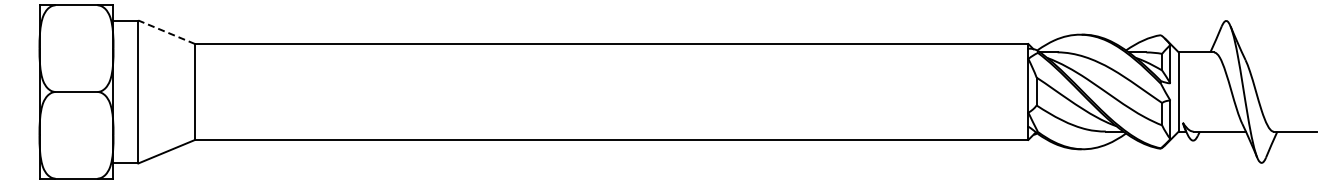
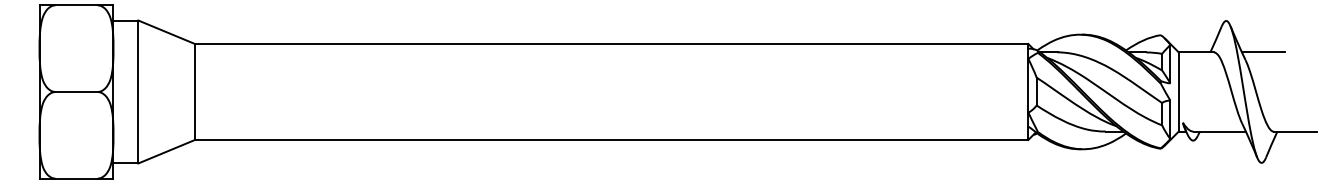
line at (166, 32): dashed -> solid
line at (1262, 52): none -> present
